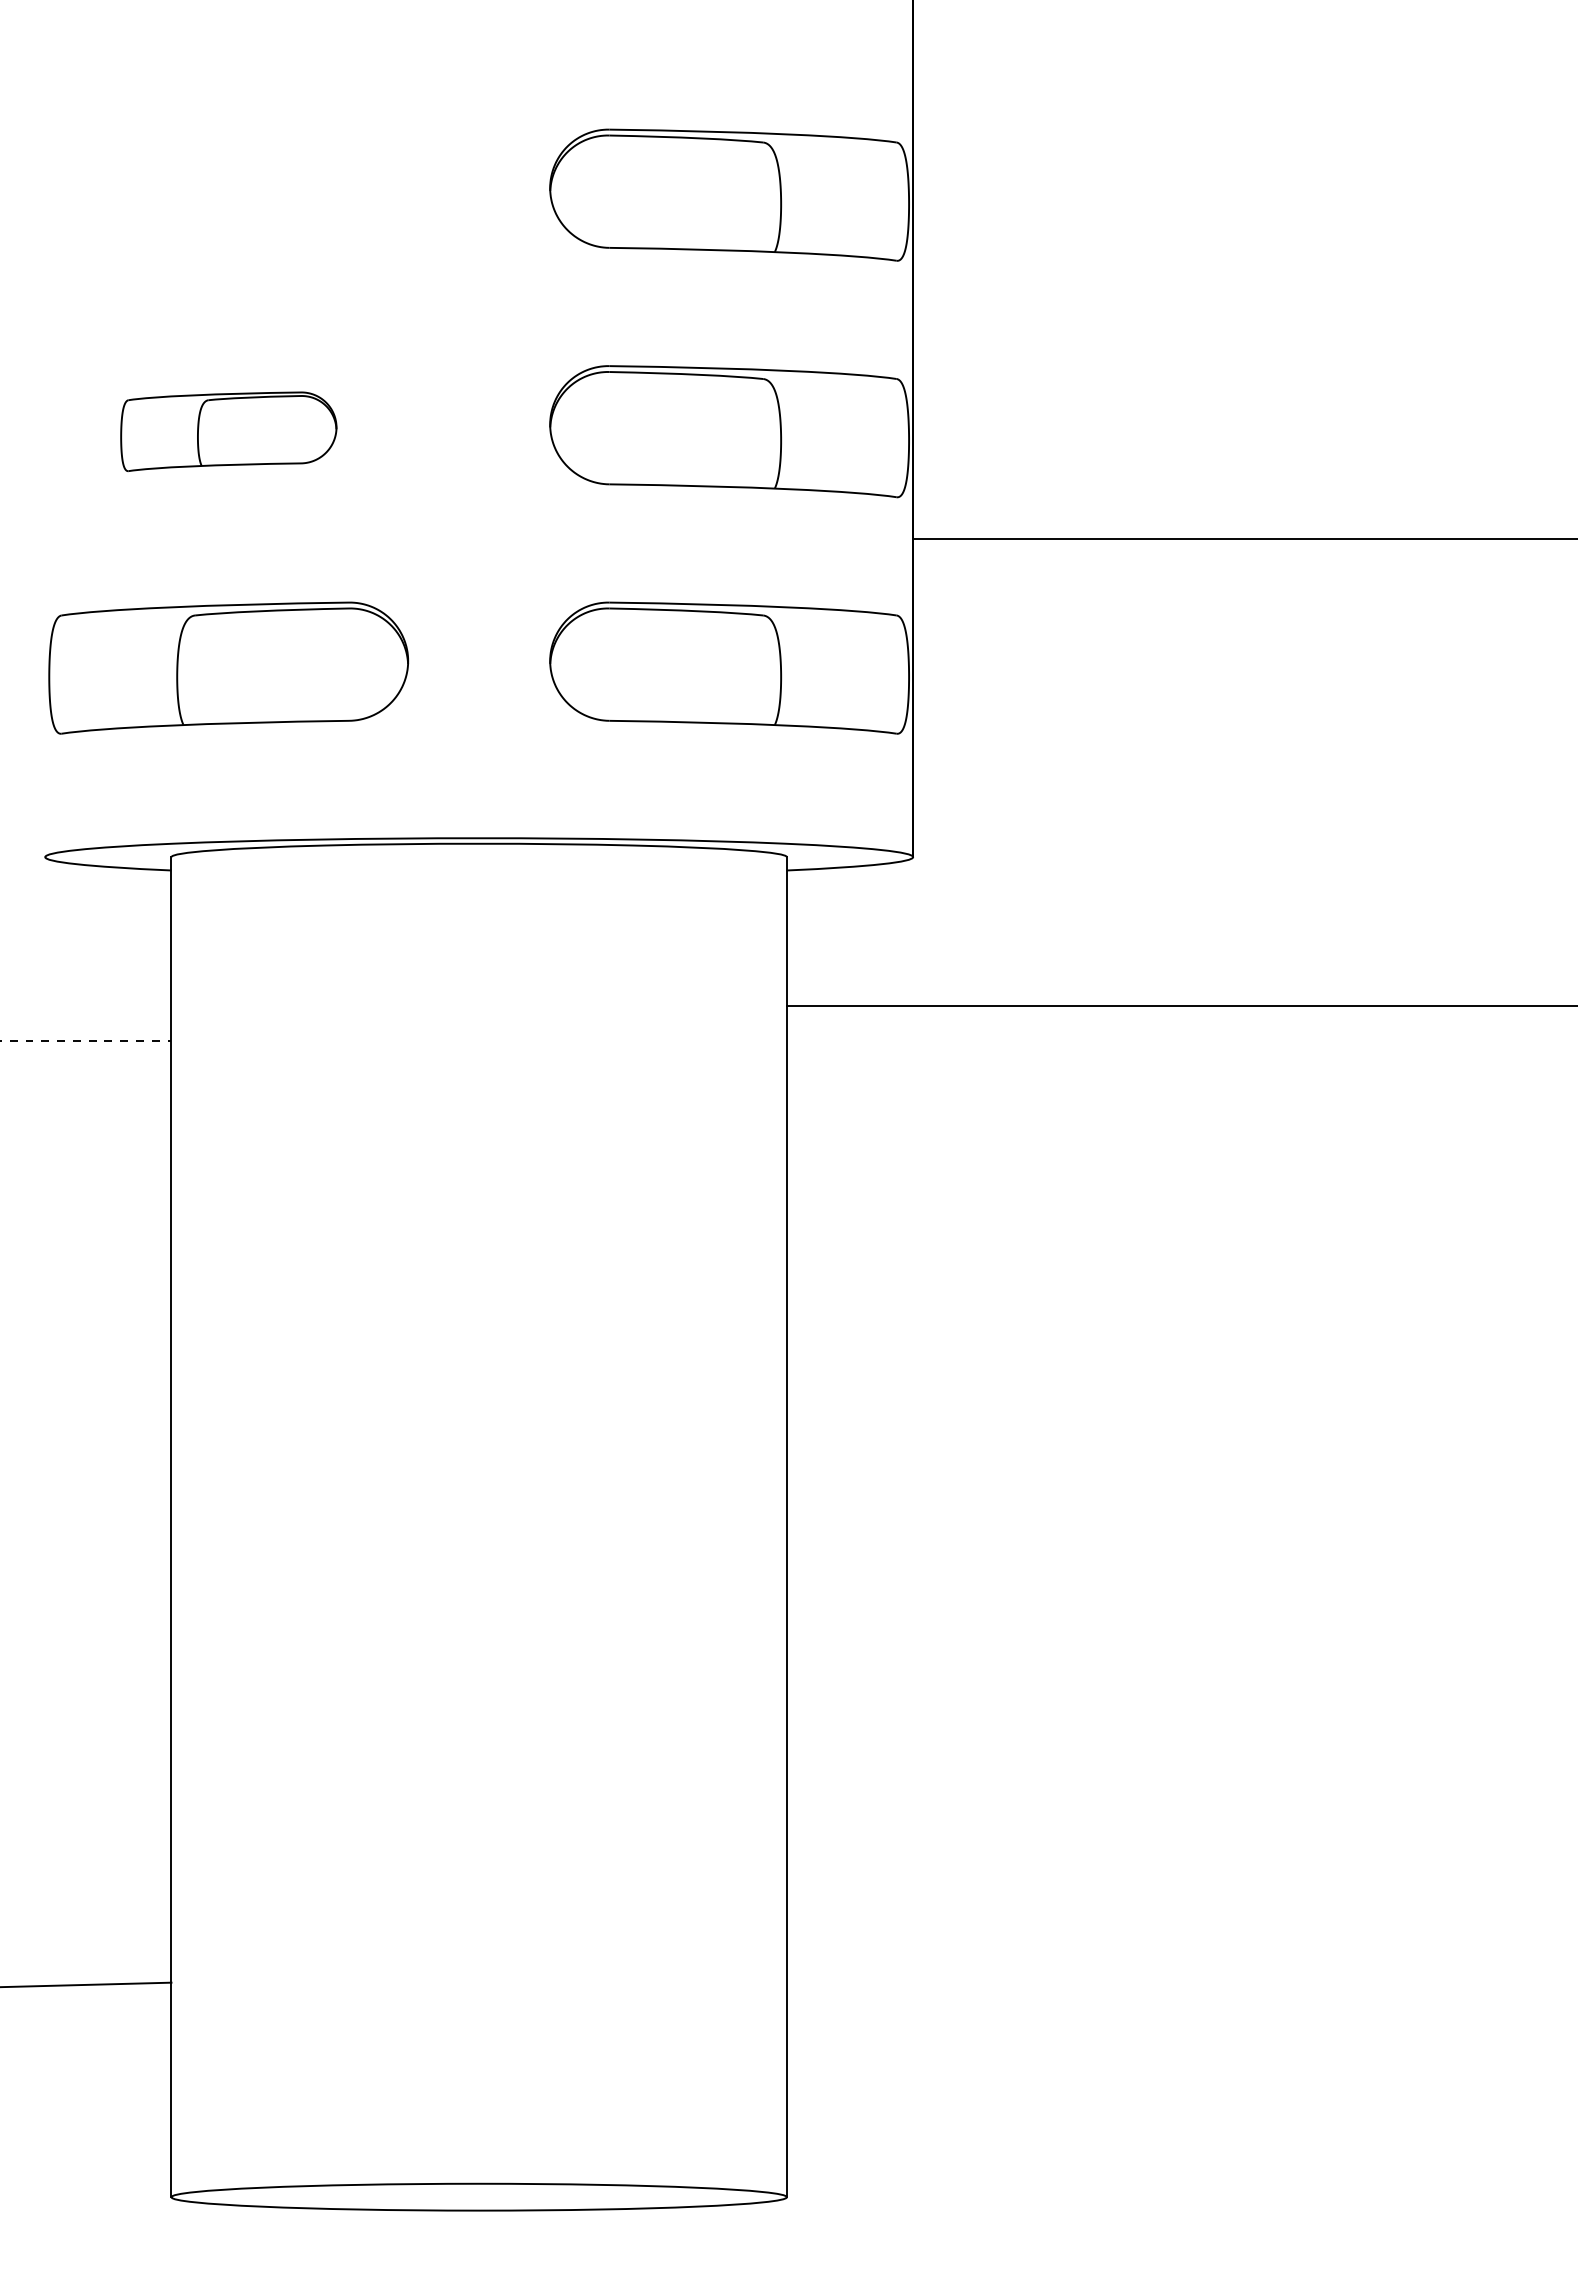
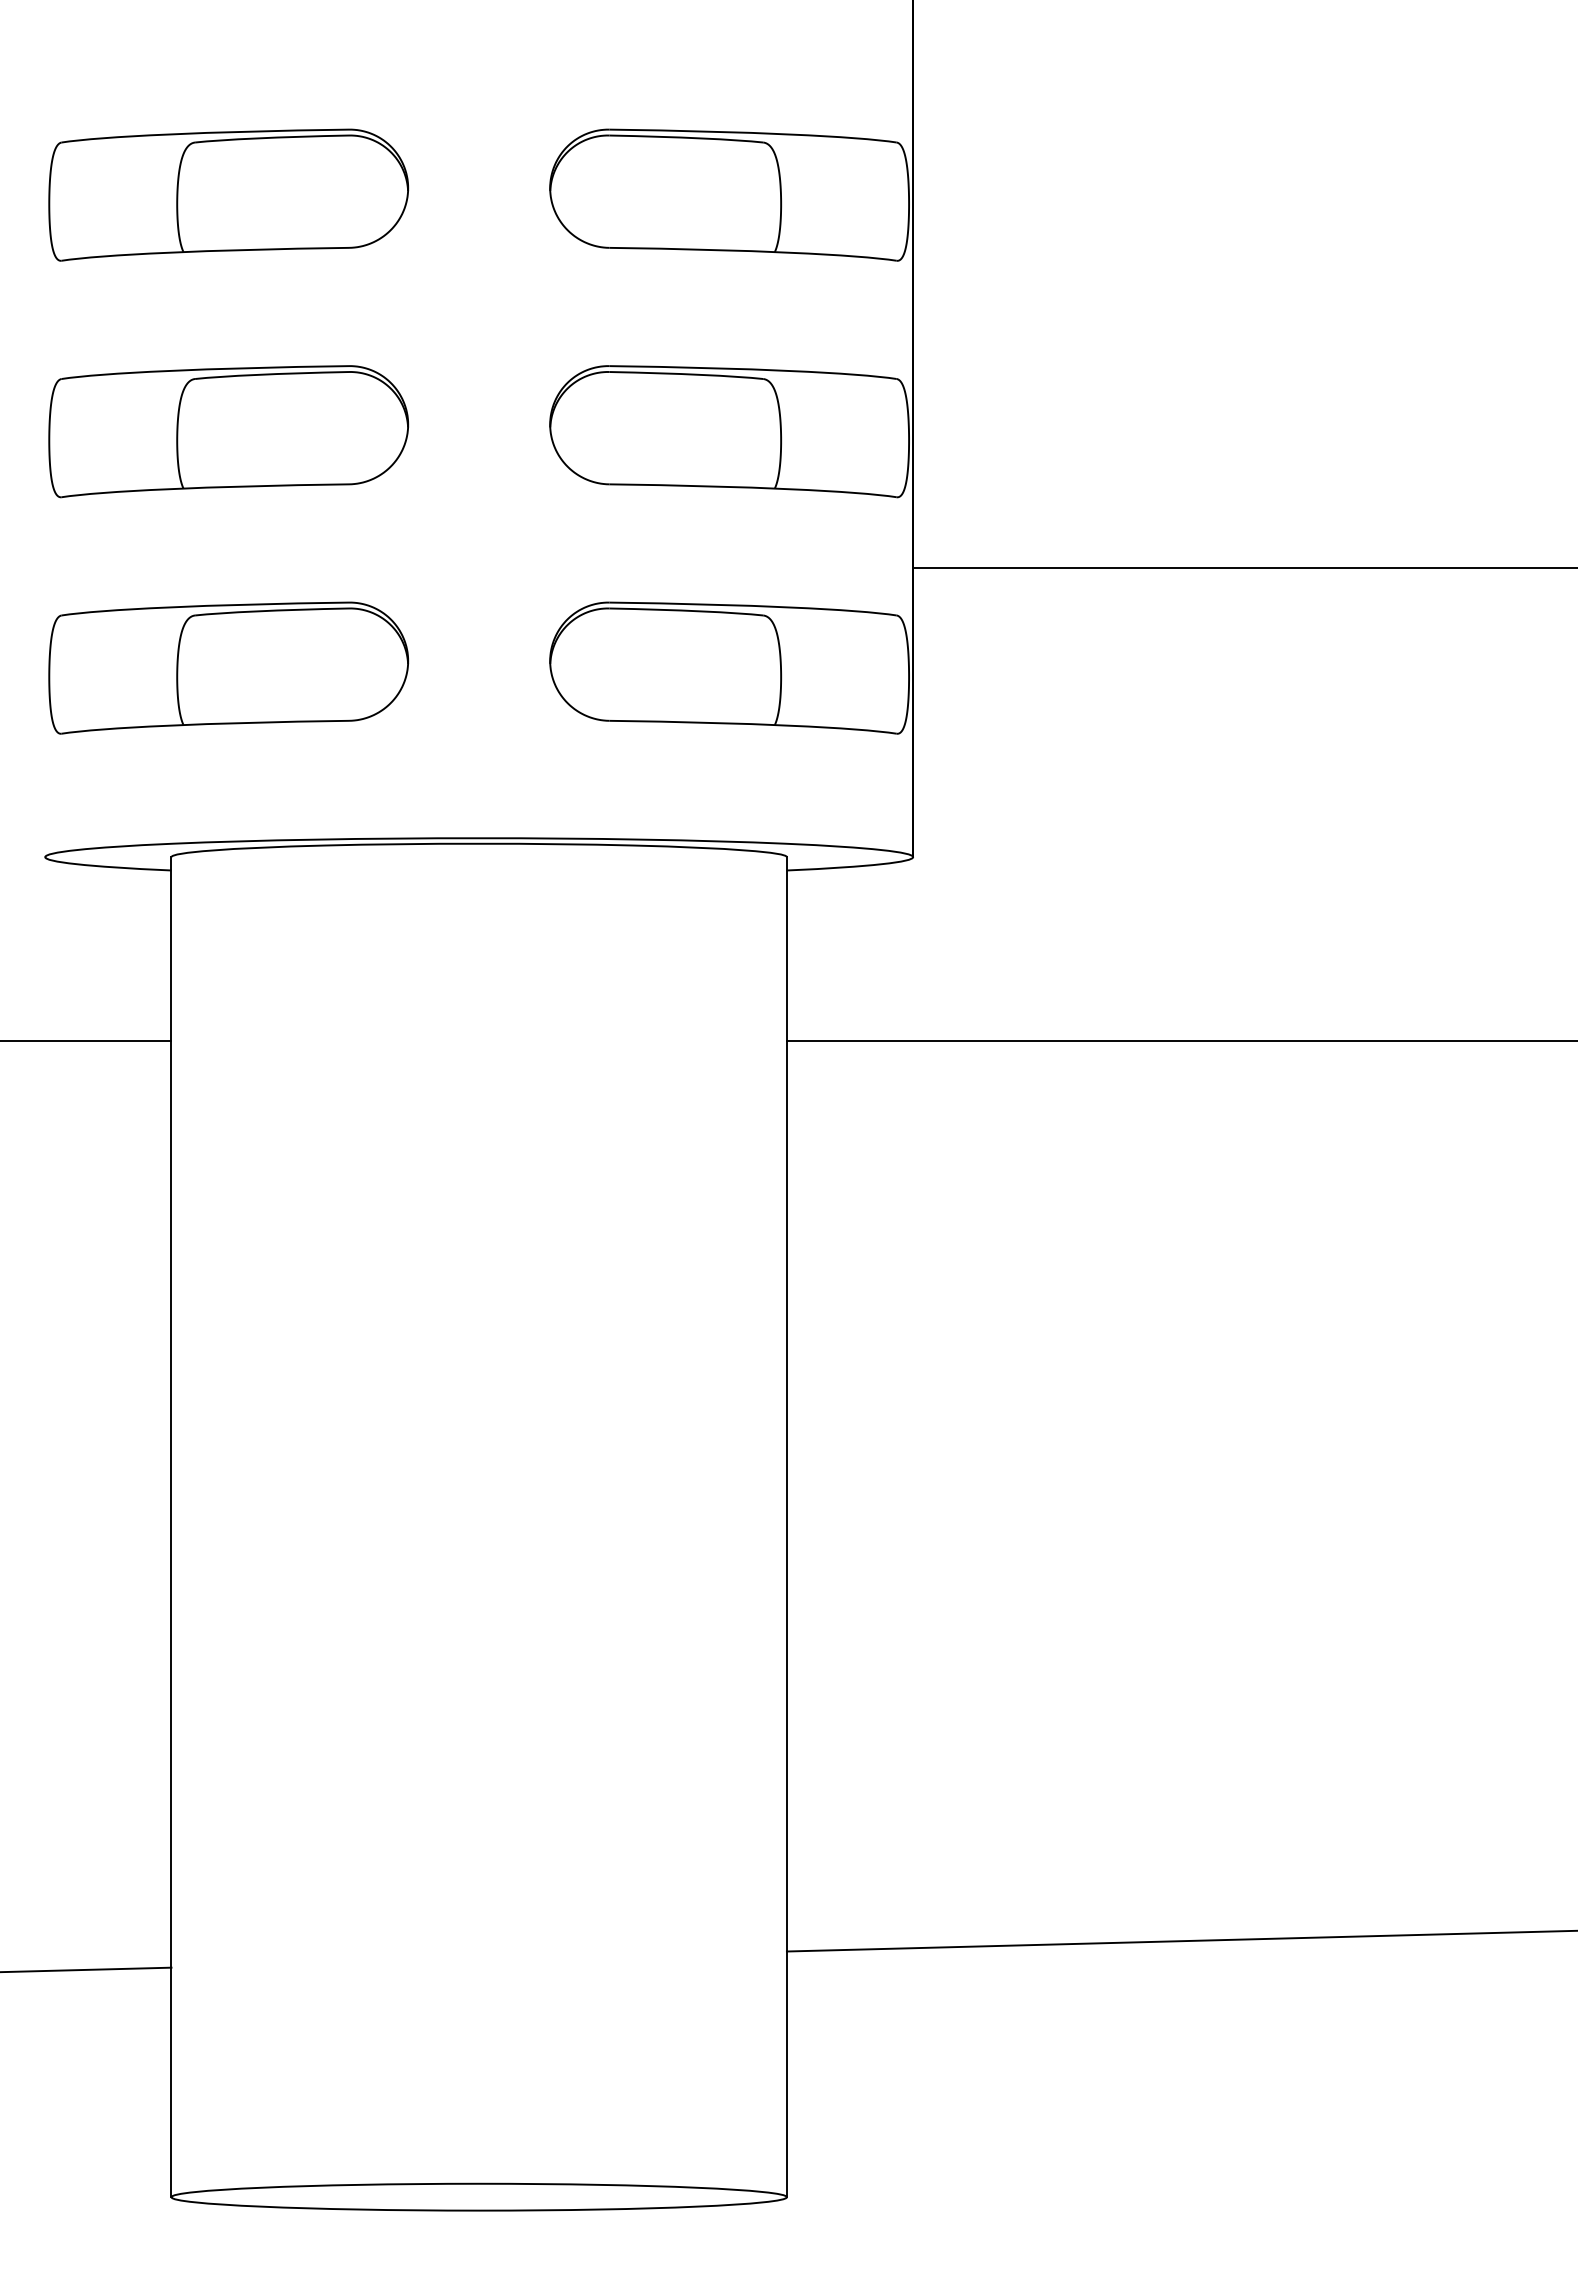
part at (228, 194): none -> present
part at (228, 431) size: 218x81 px -> 362x134 px
line at (1243, 538) position: (1243, 538) -> (1243, 567)
line at (1180, 1006) position: (1180, 1006) -> (1180, 1041)
line at (86, 1041): dashed -> solid
line at (1180, 1940): none -> present
line at (86, 1984) position: (86, 1984) -> (86, 1969)
